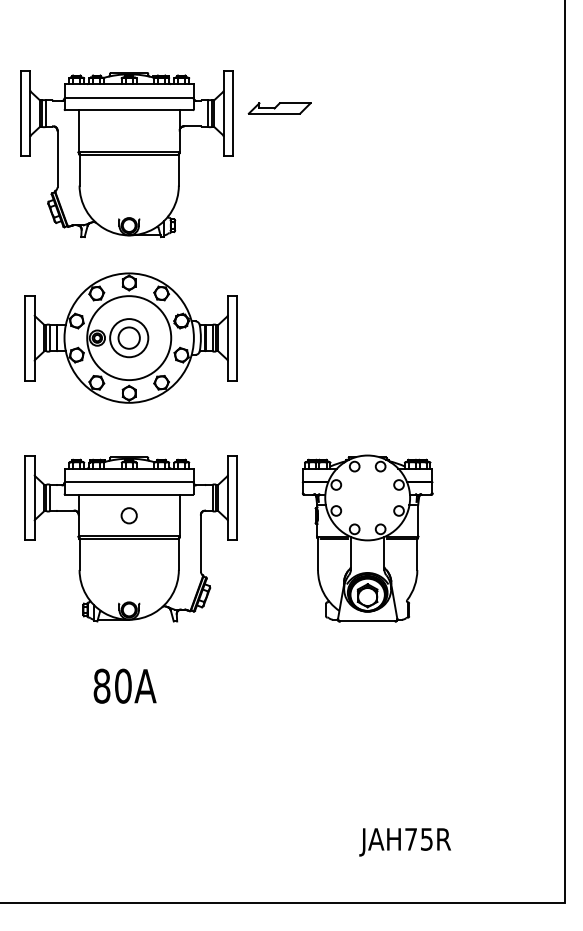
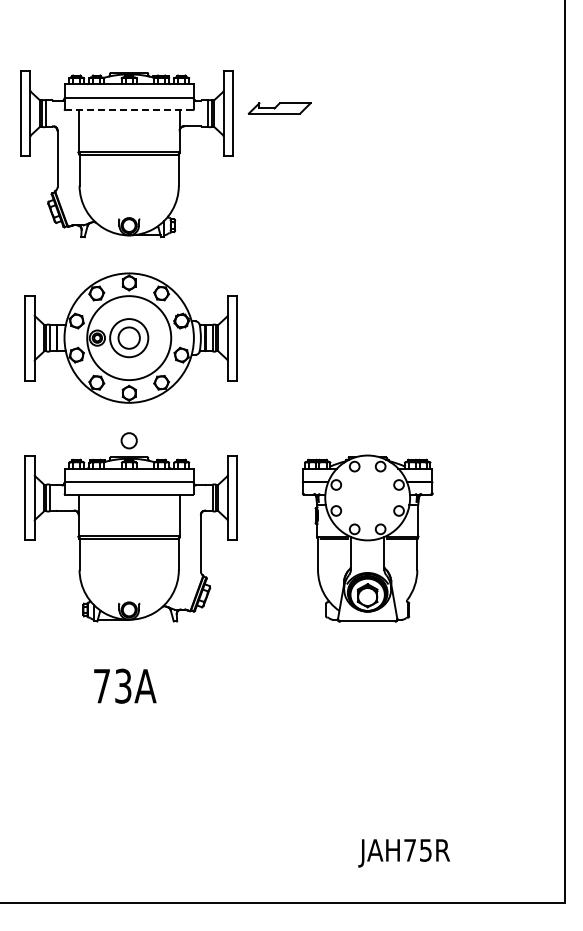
line at (129, 110): solid -> dashed
circle at (128, 515) position: (128, 515) -> (128, 440)
text at (112, 685): 80A -> 73A
text at (404, 842) position: (404, 842) -> (403, 853)
